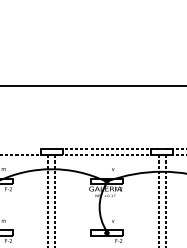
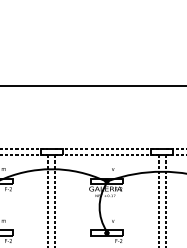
line at (25, 148): none -> present
